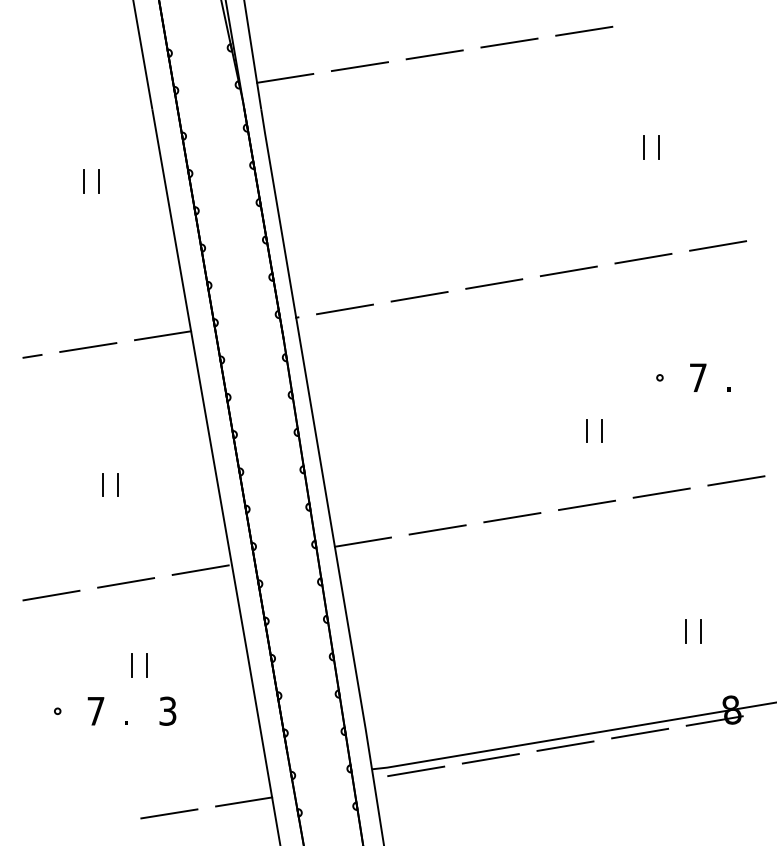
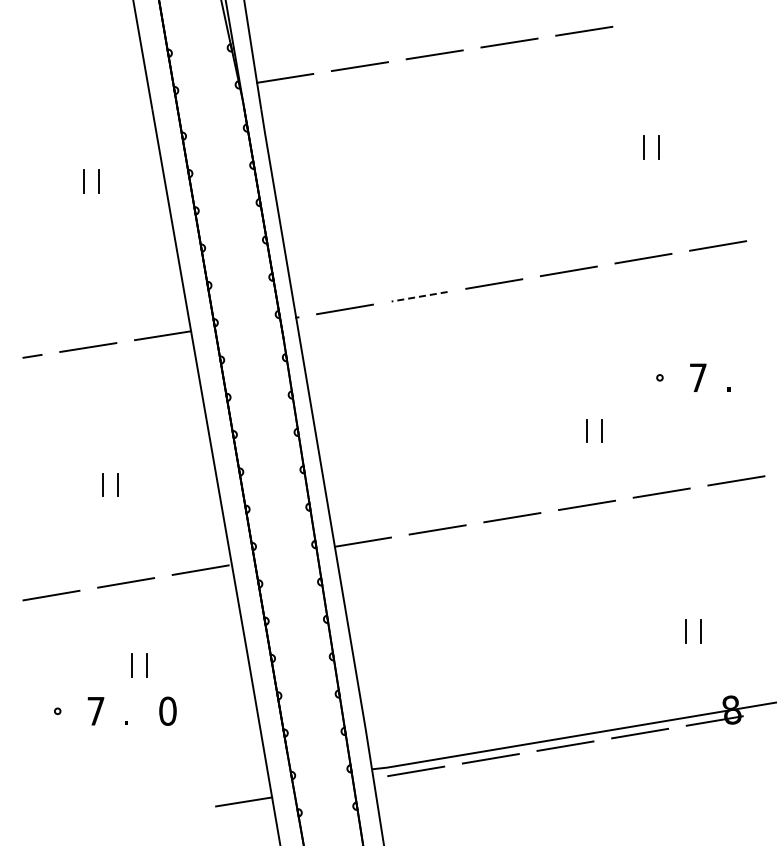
line at (419, 296): solid -> dashed
text at (167, 710): 3 -> 0
line at (169, 813): present -> none
